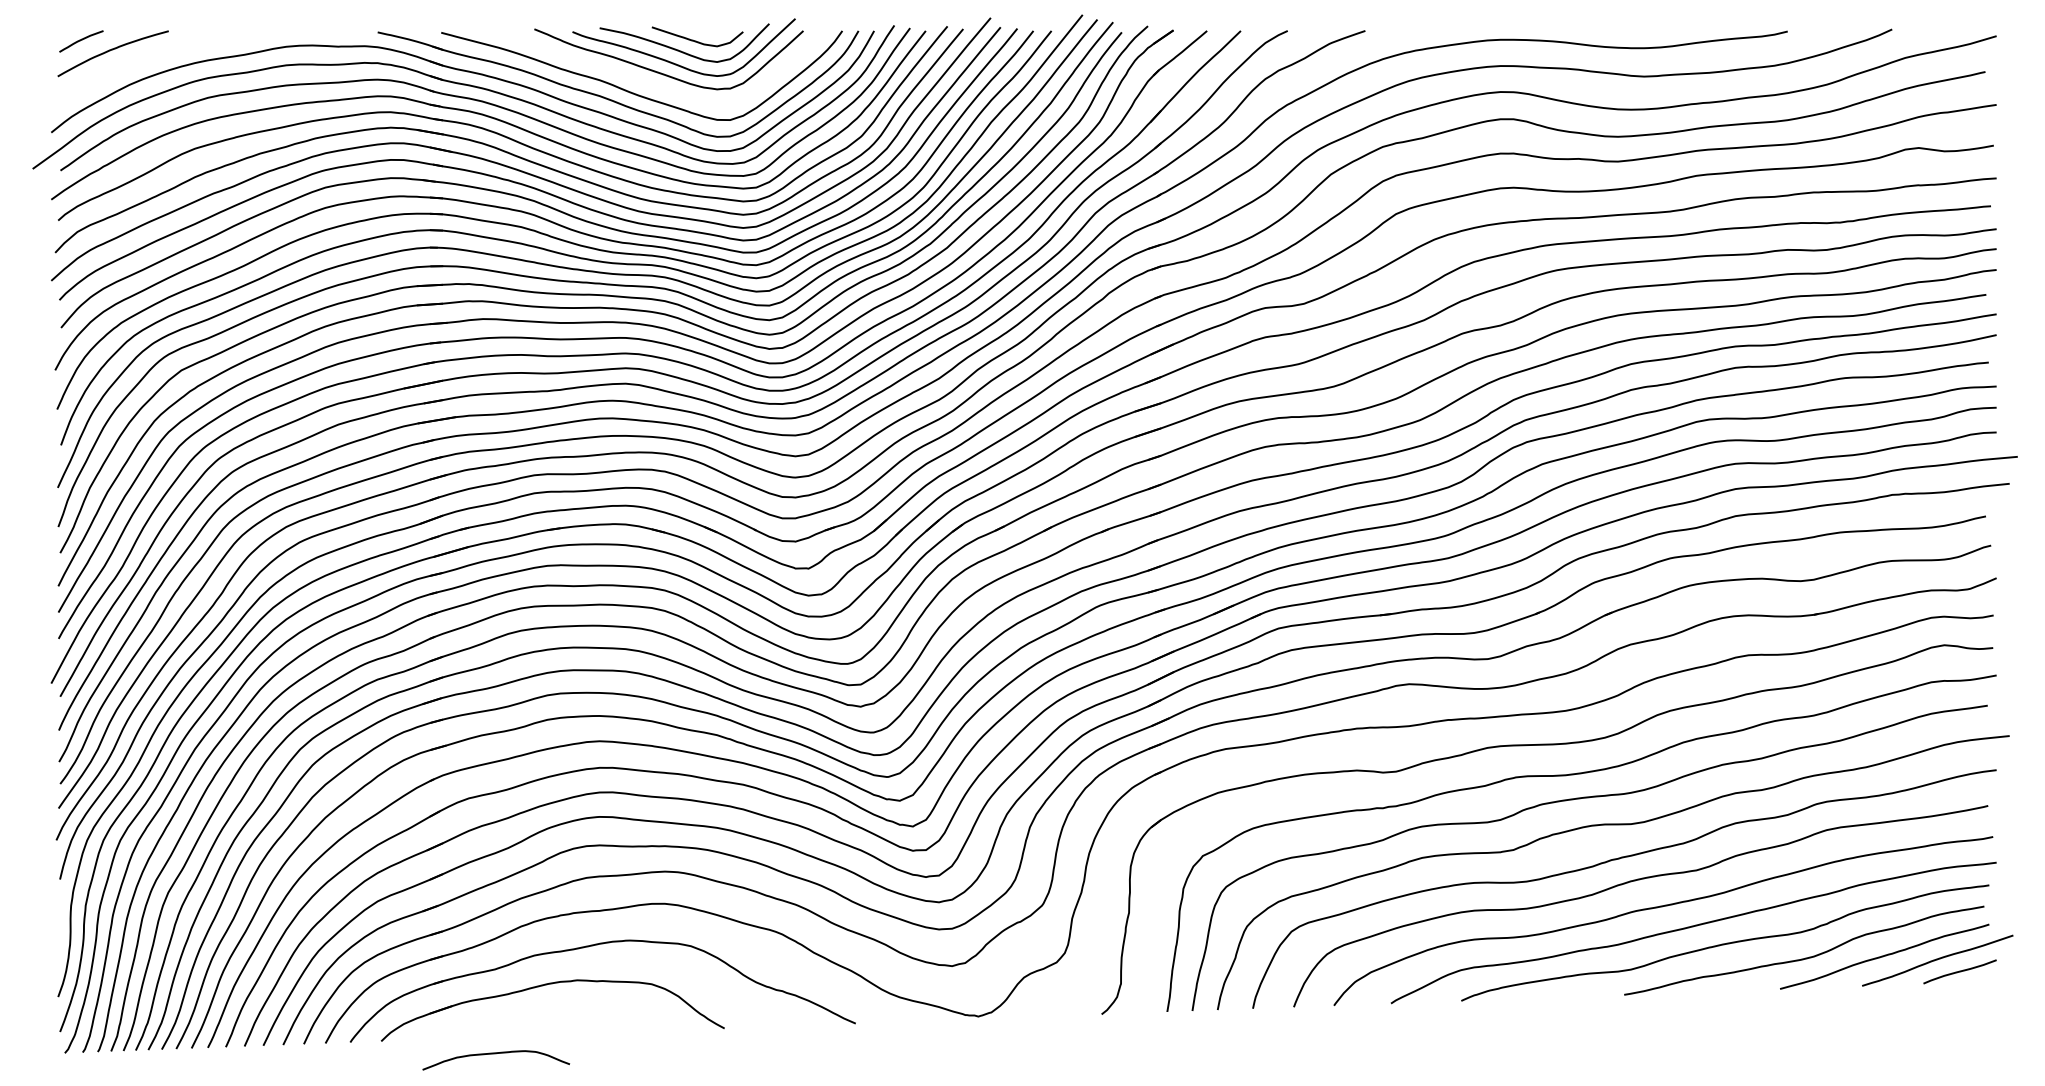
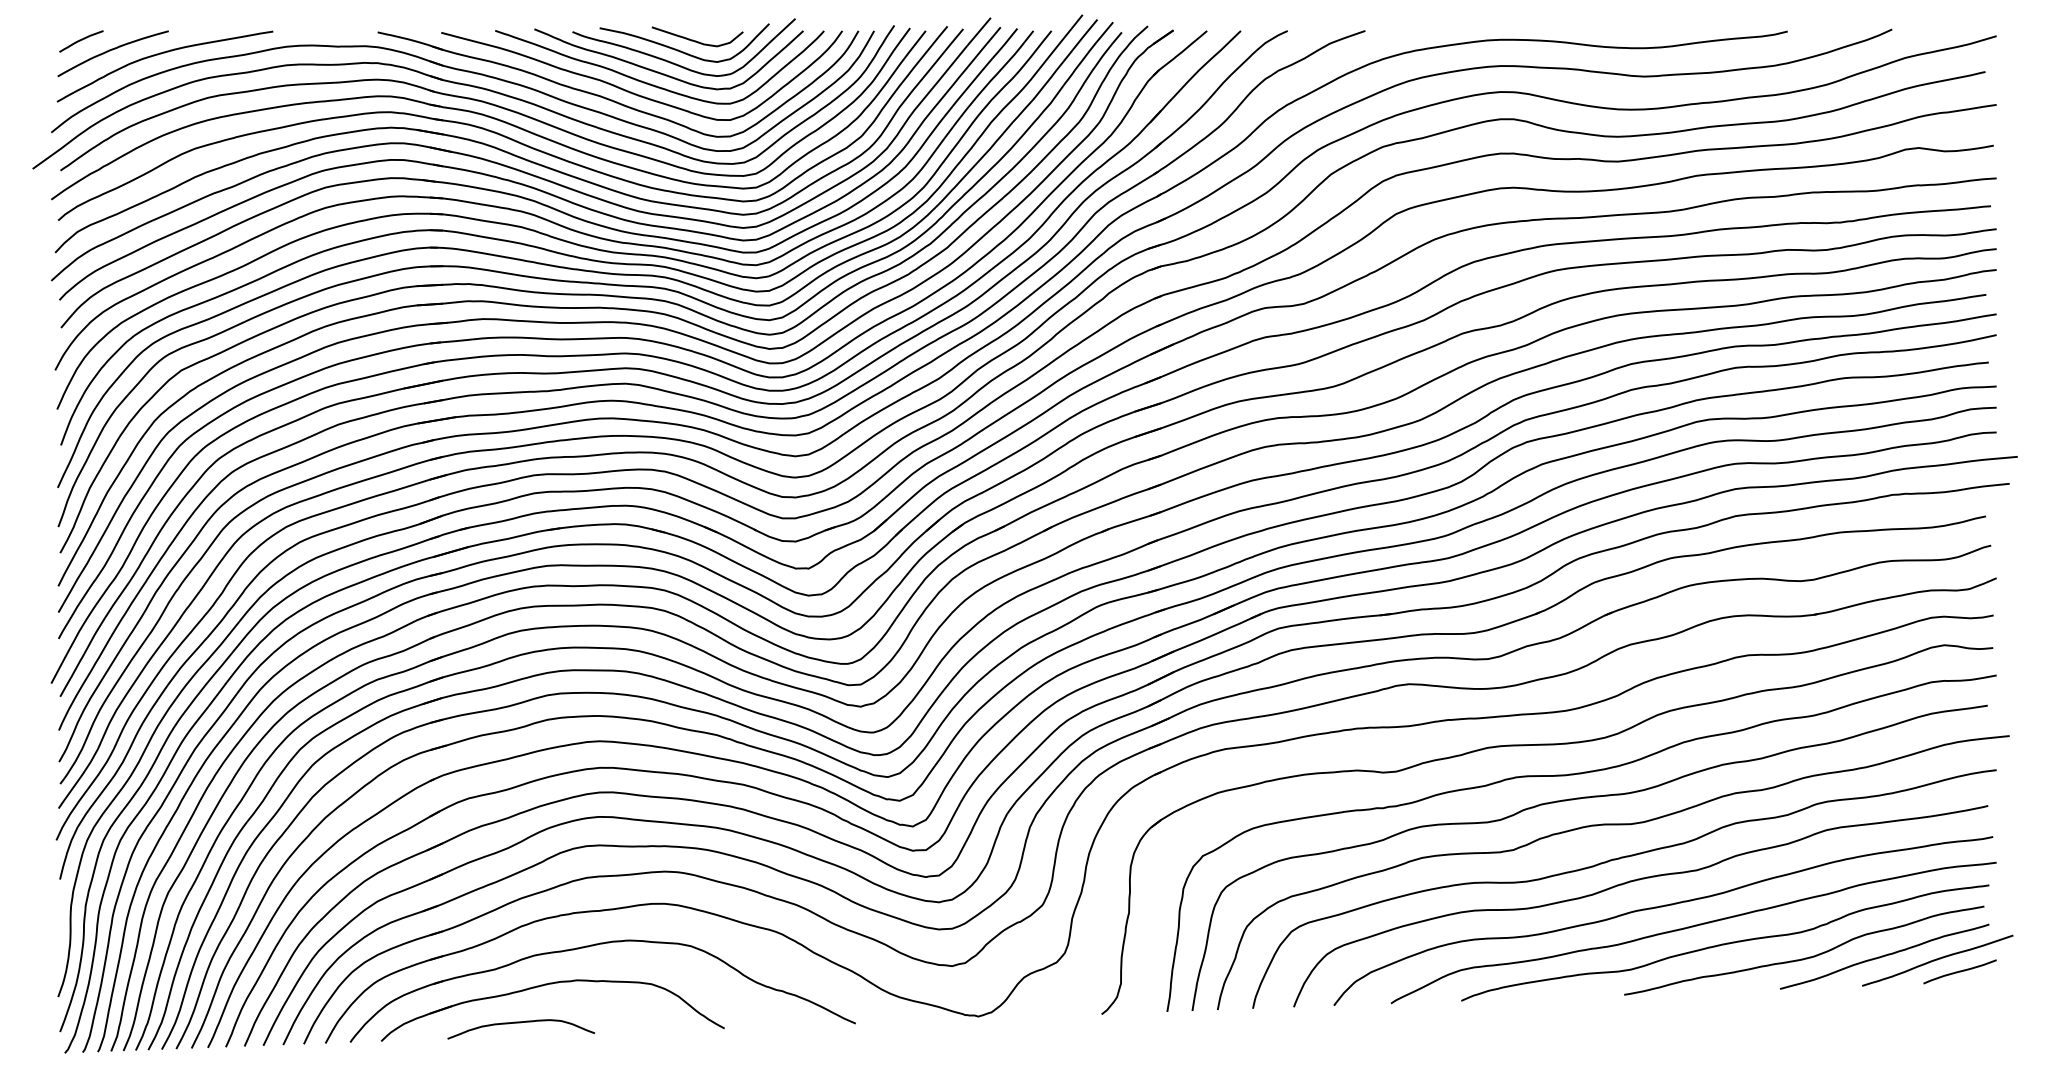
curve at (161, 54): none -> present
curve at (653, 84): none -> present
curve at (496, 1054) position: (496, 1054) -> (521, 1023)
